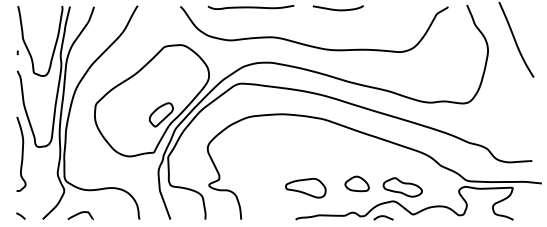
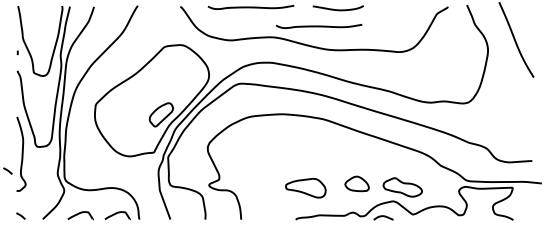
curve at (318, 25): none -> present
curve at (7, 170): none -> present
curve at (116, 214): none -> present
